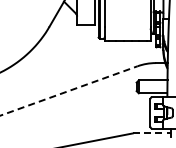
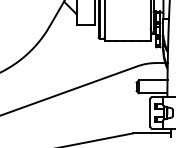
line at (69, 90): dashed -> solid
line at (152, 133): dashed -> solid
